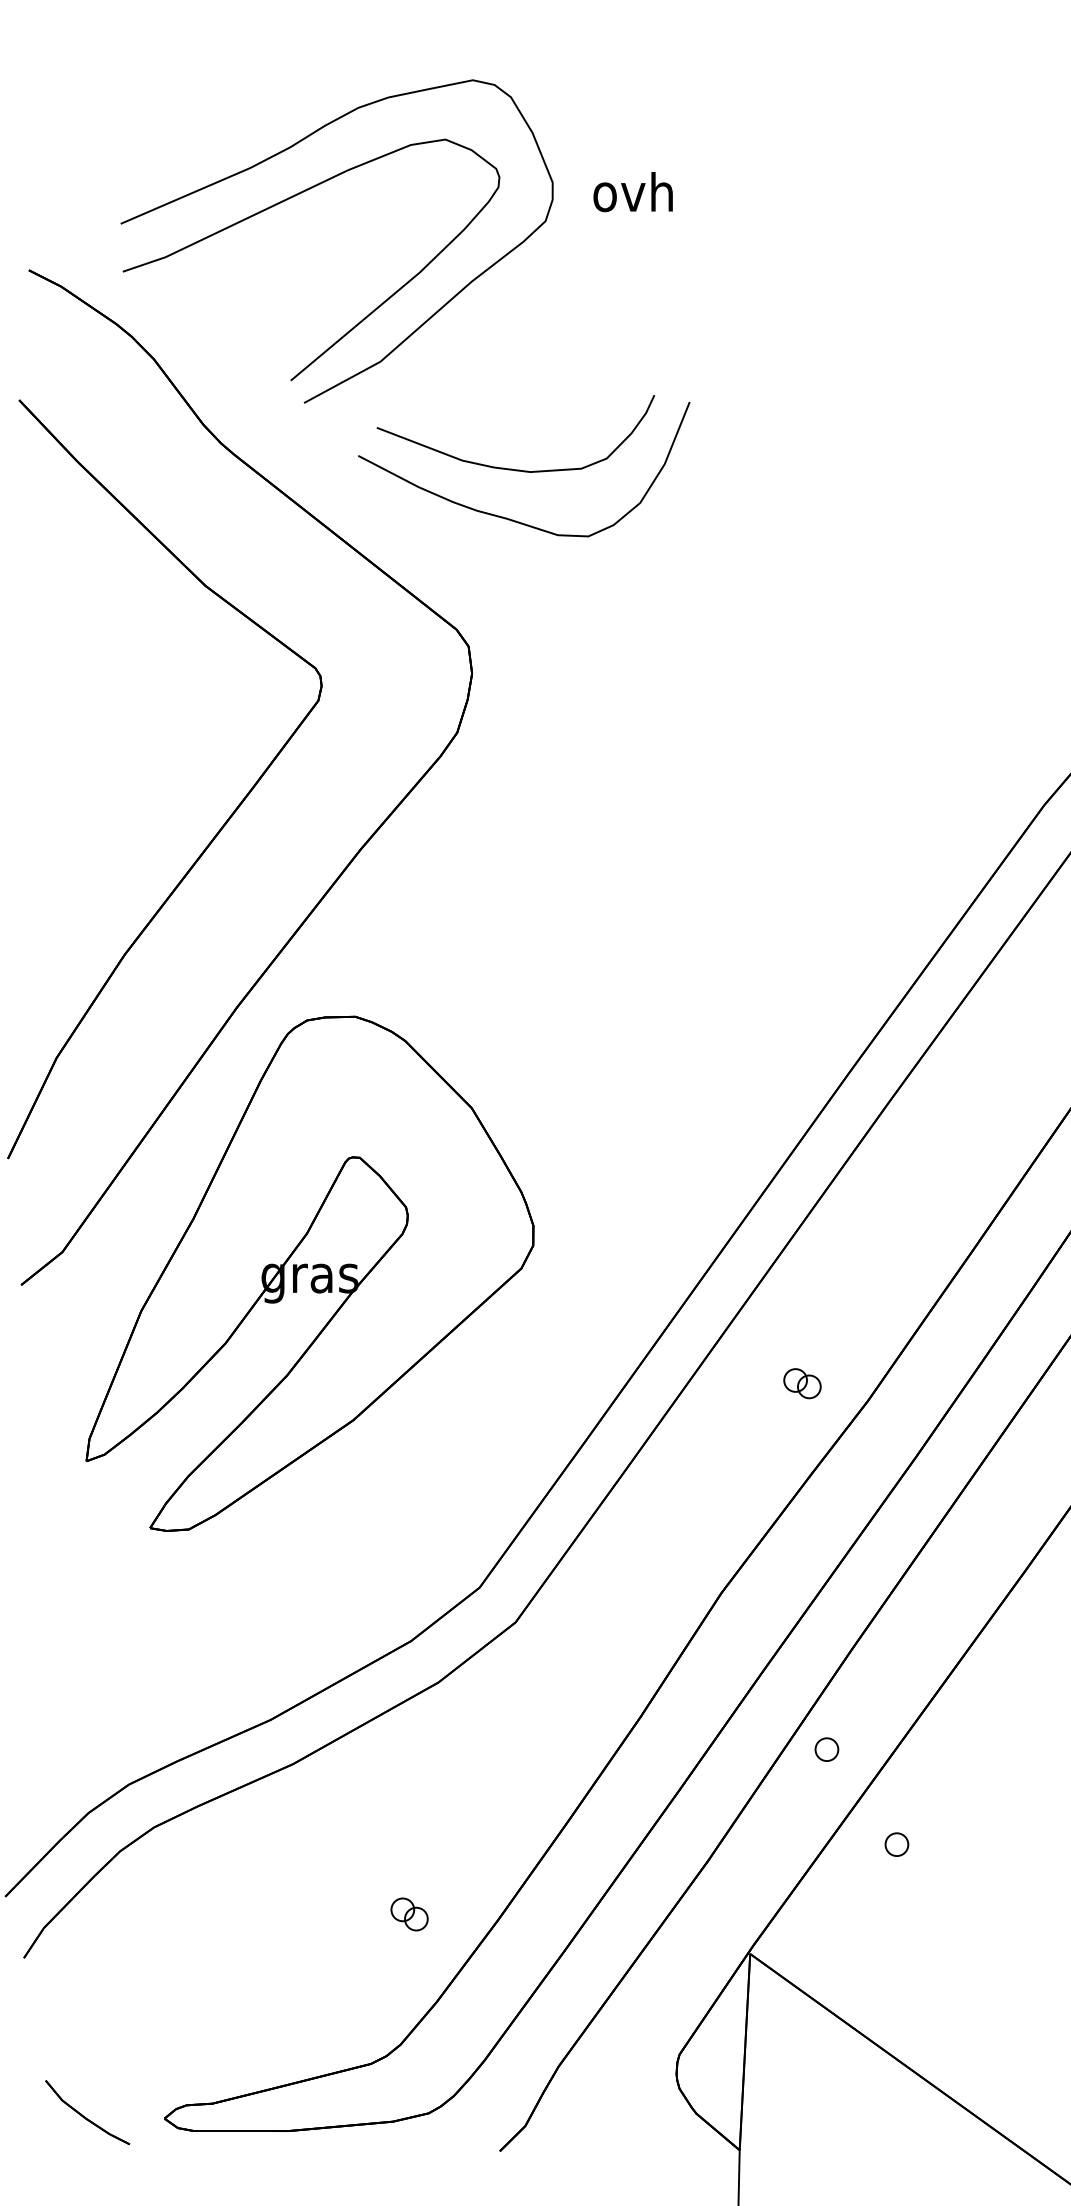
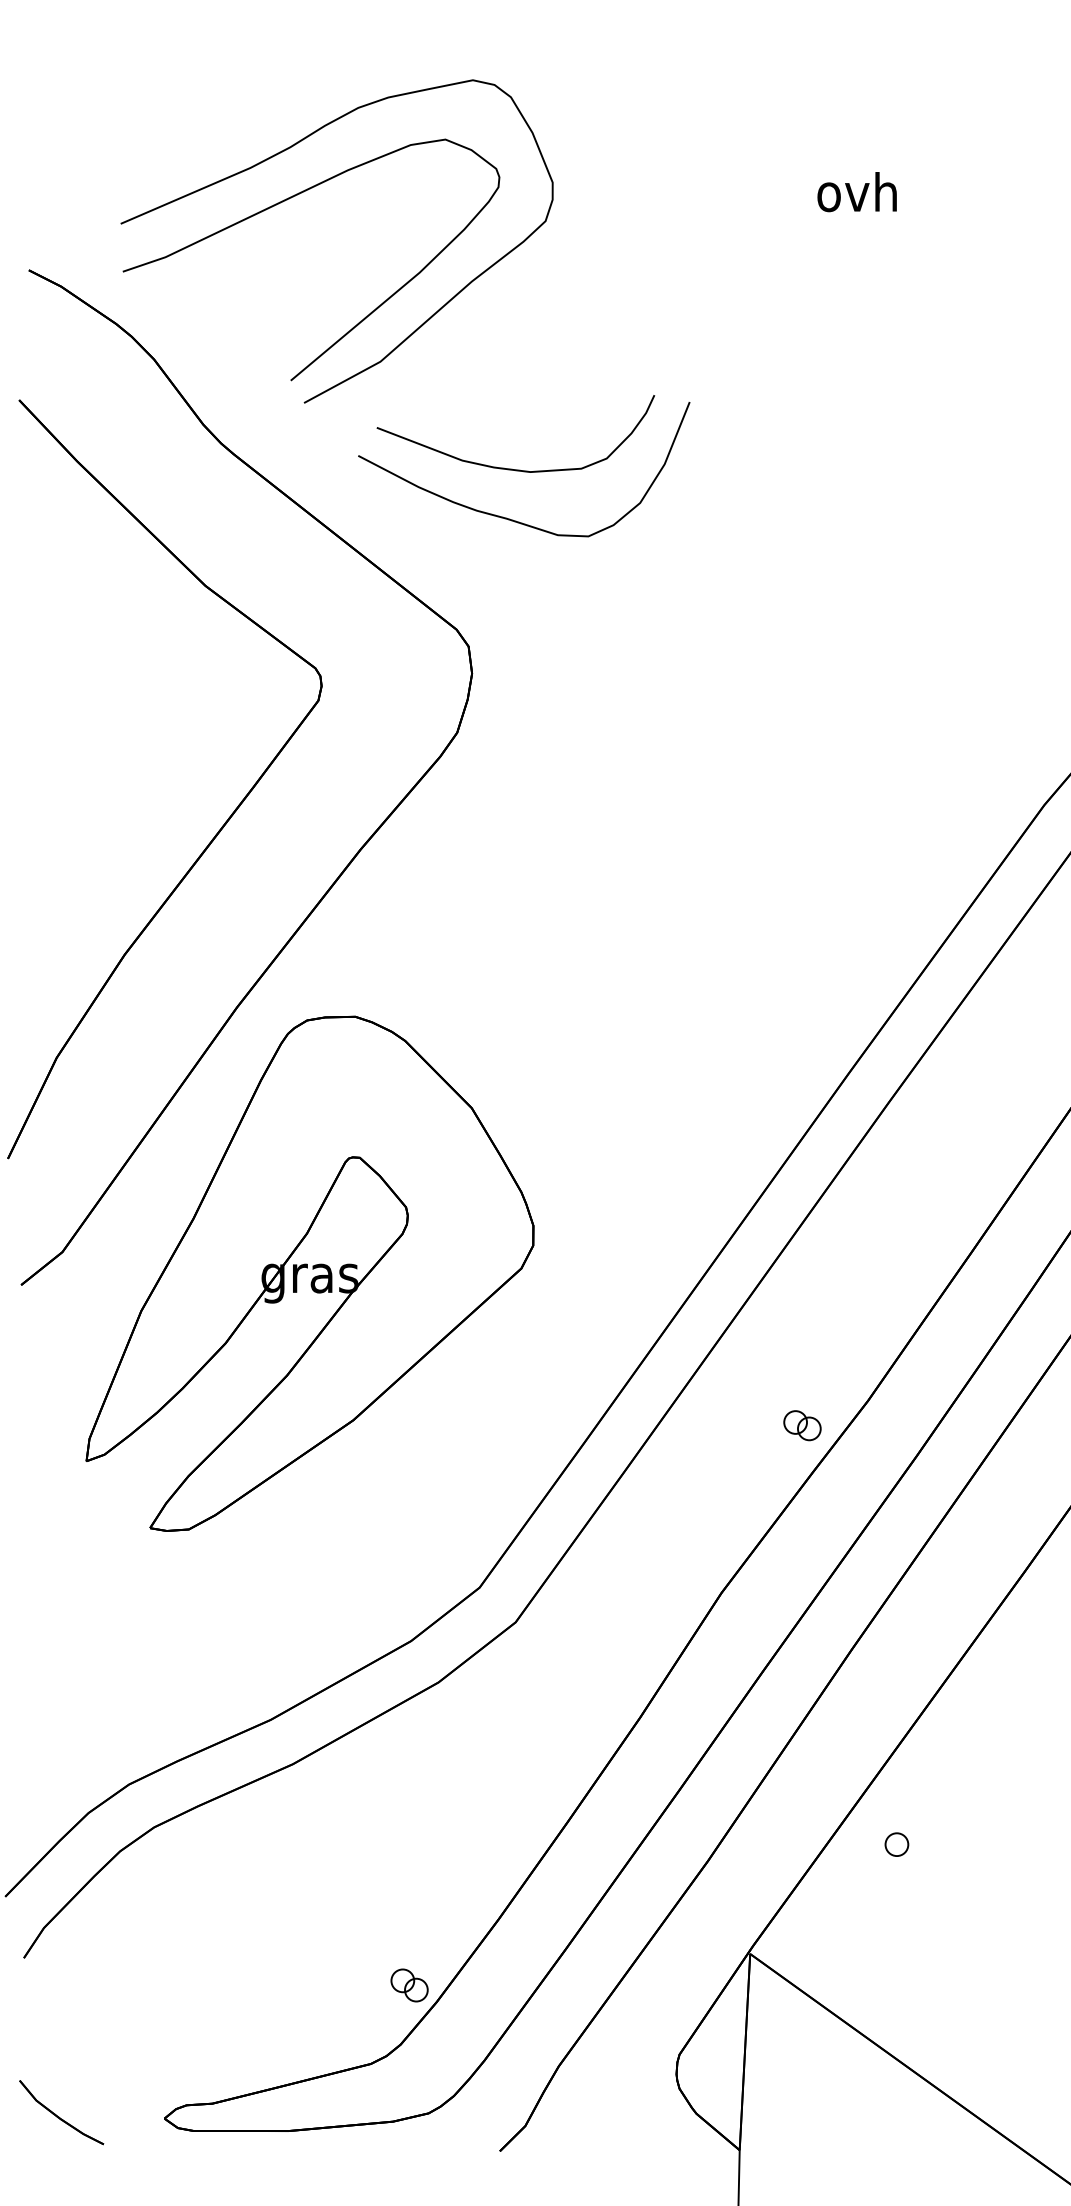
text at (632, 192) position: (632, 192) -> (856, 192)
part at (802, 1383) position: (802, 1383) -> (802, 1425)
part at (826, 1749): present -> none
part at (409, 1914) position: (409, 1914) -> (409, 1985)
part at (87, 2112) position: (87, 2112) -> (61, 2112)
